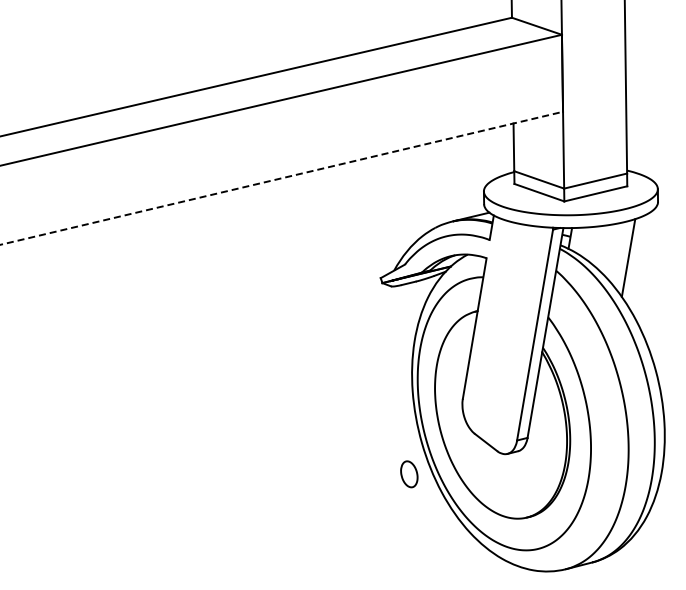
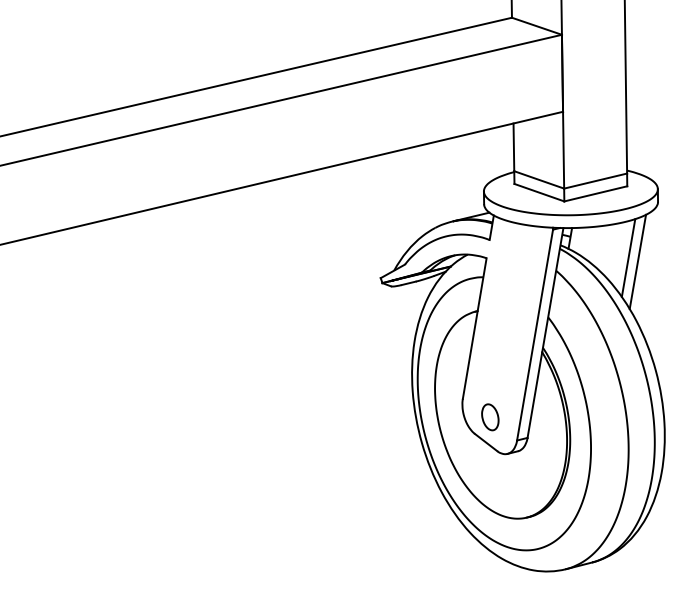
line at (281, 178): dashed -> solid
line at (637, 261): none -> present
part at (409, 474) position: (409, 474) -> (490, 417)
